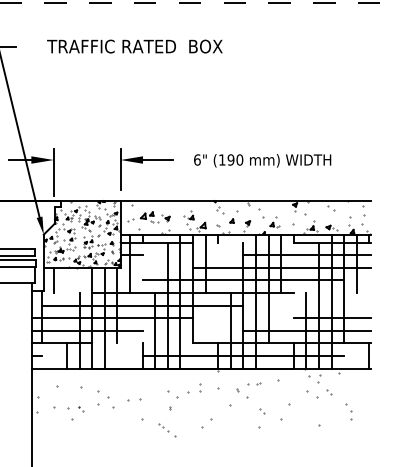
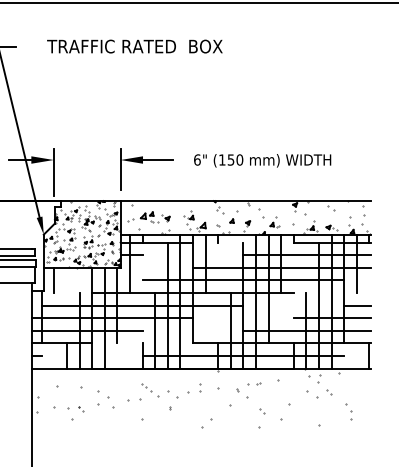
line at (199, 2): dashed -> solid
text at (230, 159): (190 -> (150
line at (357, 305): none -> present
part at (167, 430) position: (167, 430) -> (150, 390)
